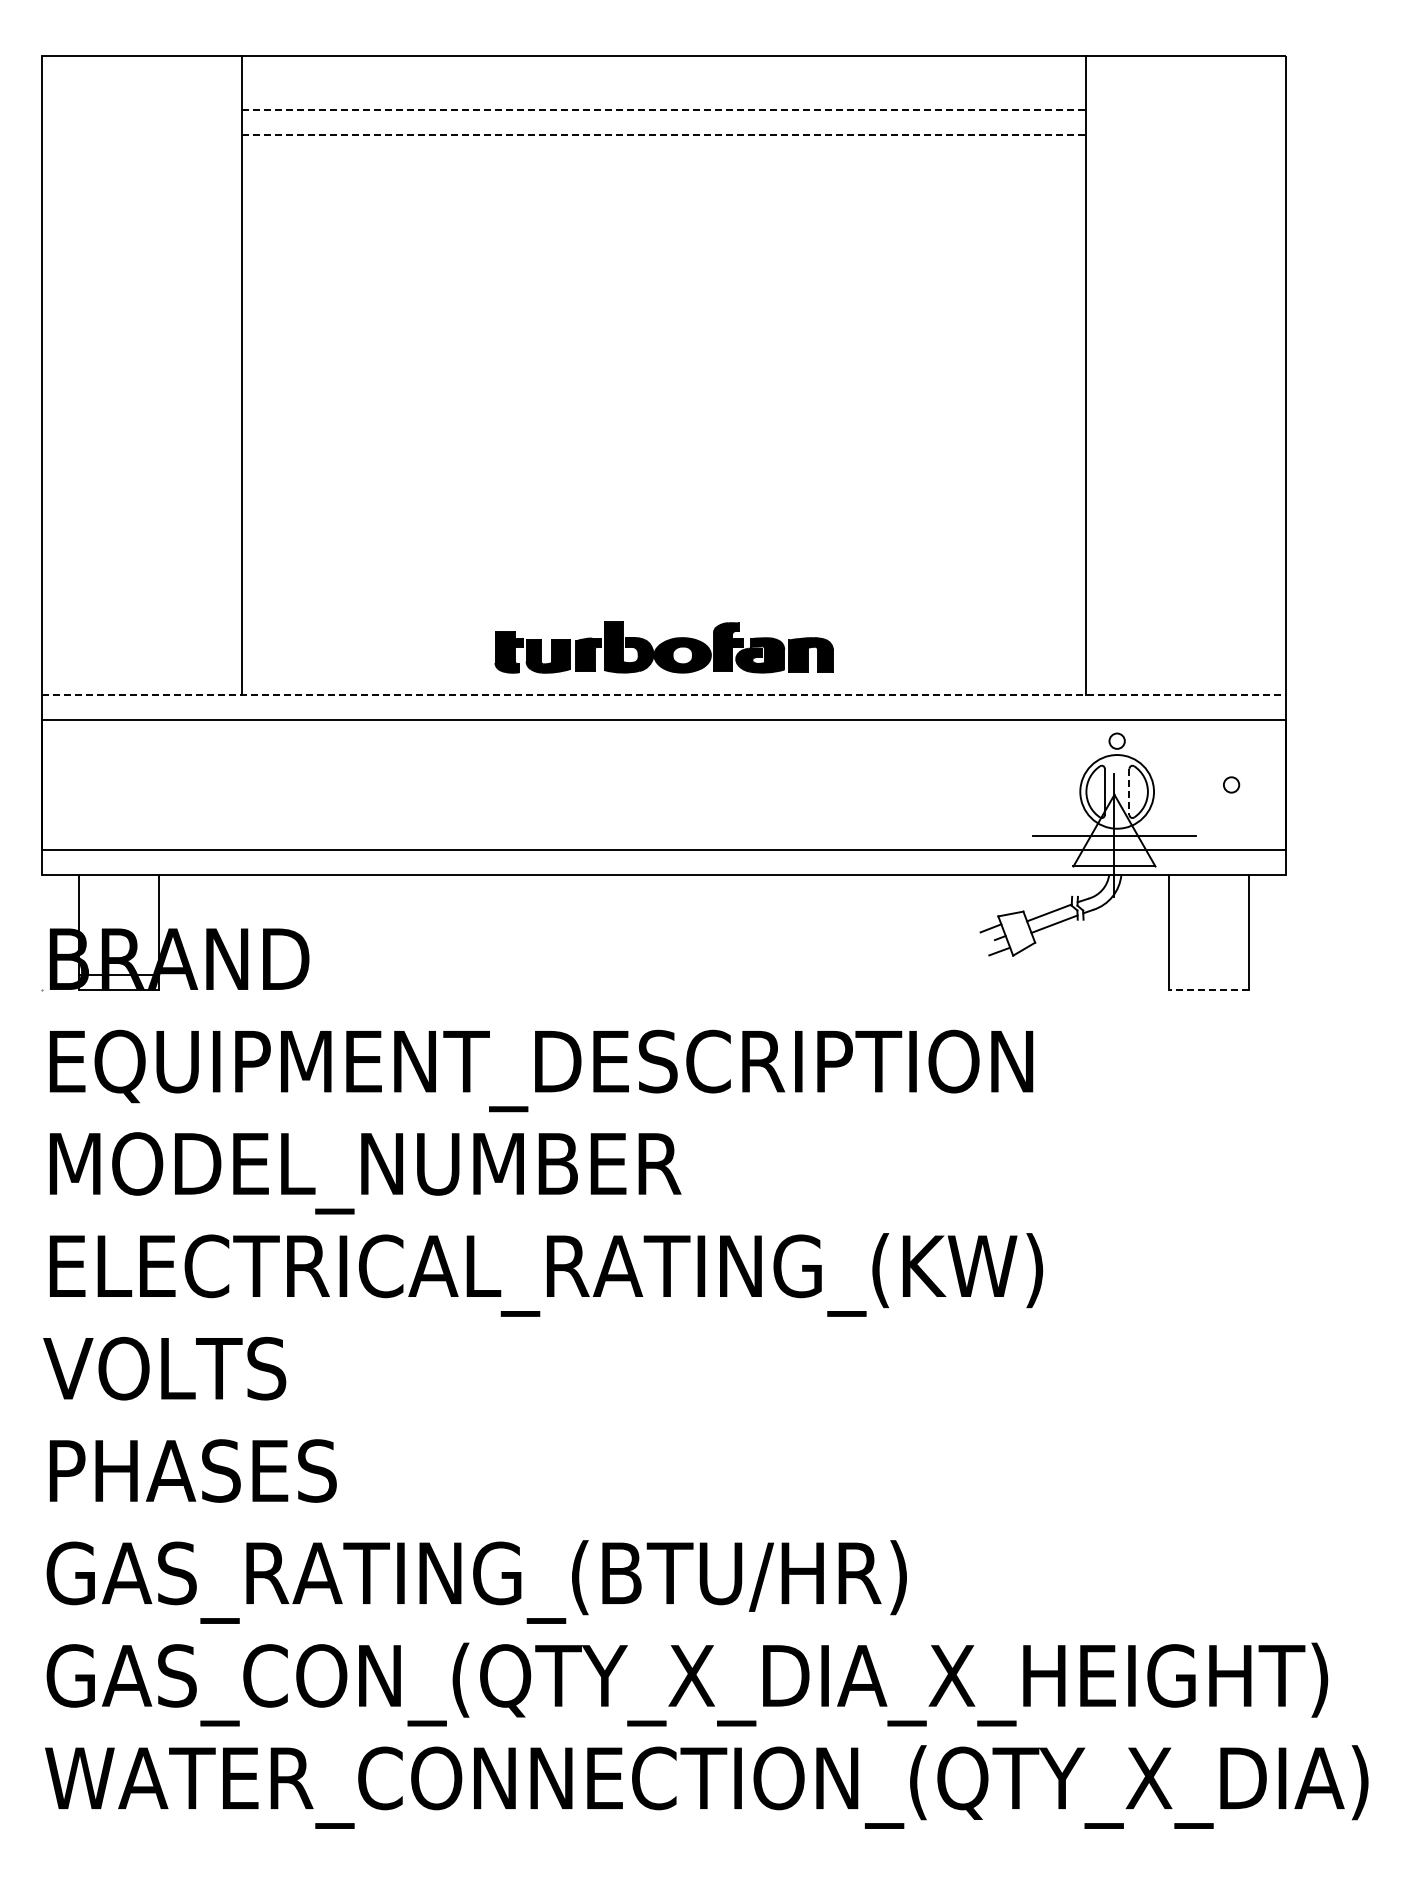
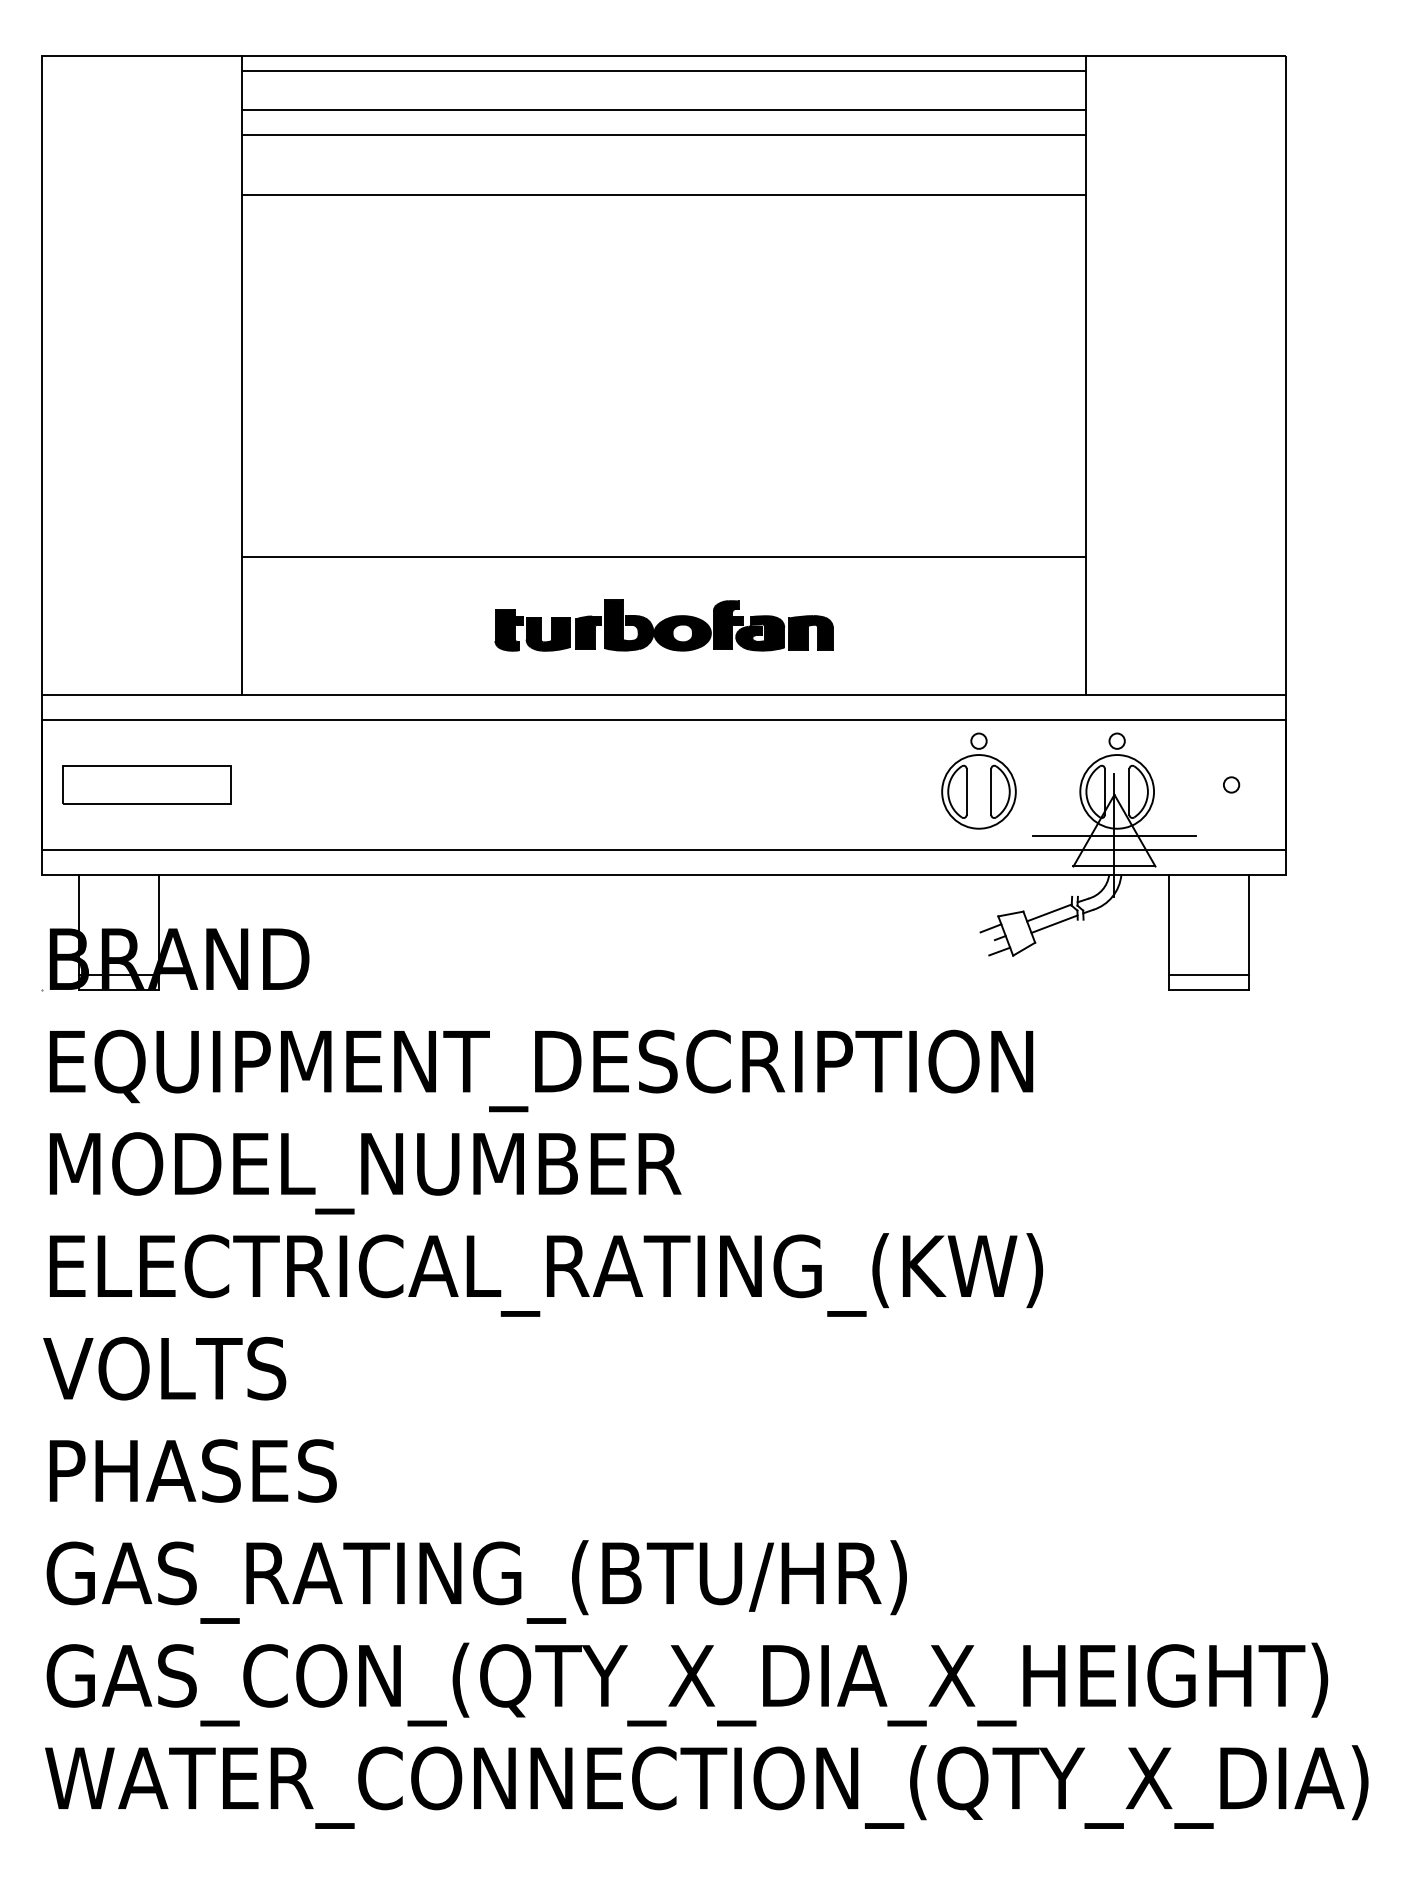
line at (664, 71): none -> present
line at (664, 109): dashed -> solid
line at (664, 134): dashed -> solid
line at (664, 194): none -> present
line at (664, 556): none -> present
part at (663, 647) position: (663, 647) -> (663, 625)
line at (664, 695): dashed -> solid
part at (978, 780): none -> present
part at (146, 784): none -> present
line at (1129, 792): dashed -> solid
line at (1209, 974): none -> present
line at (1209, 989): dashed -> solid
